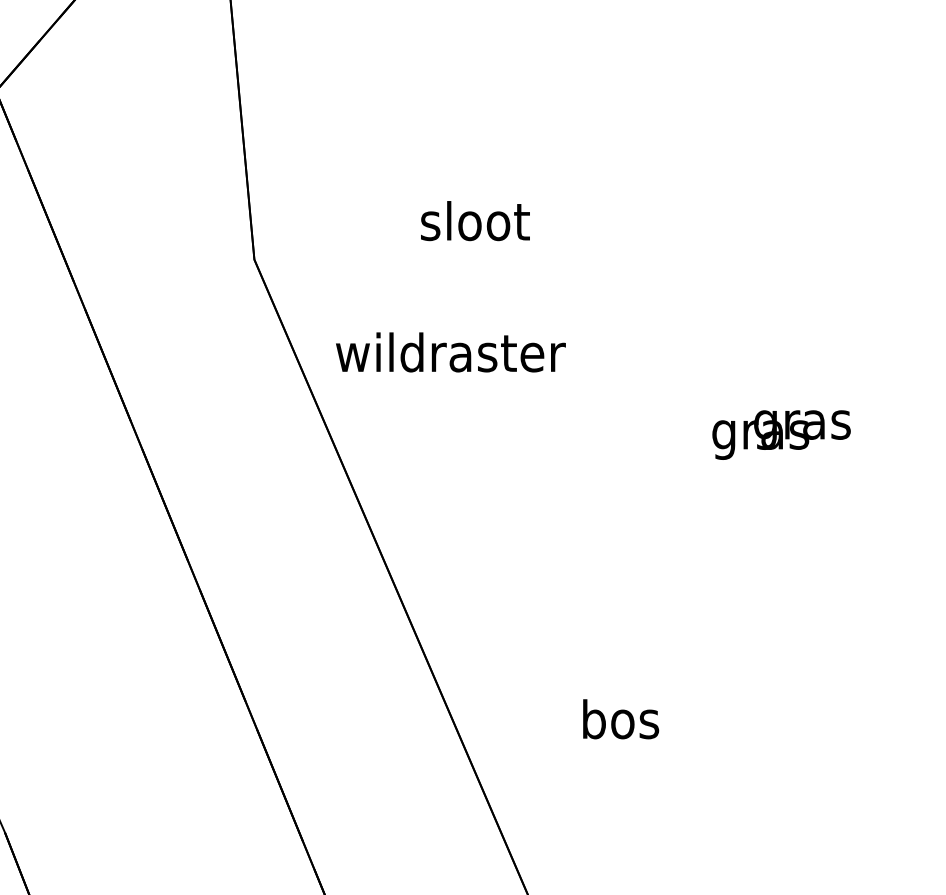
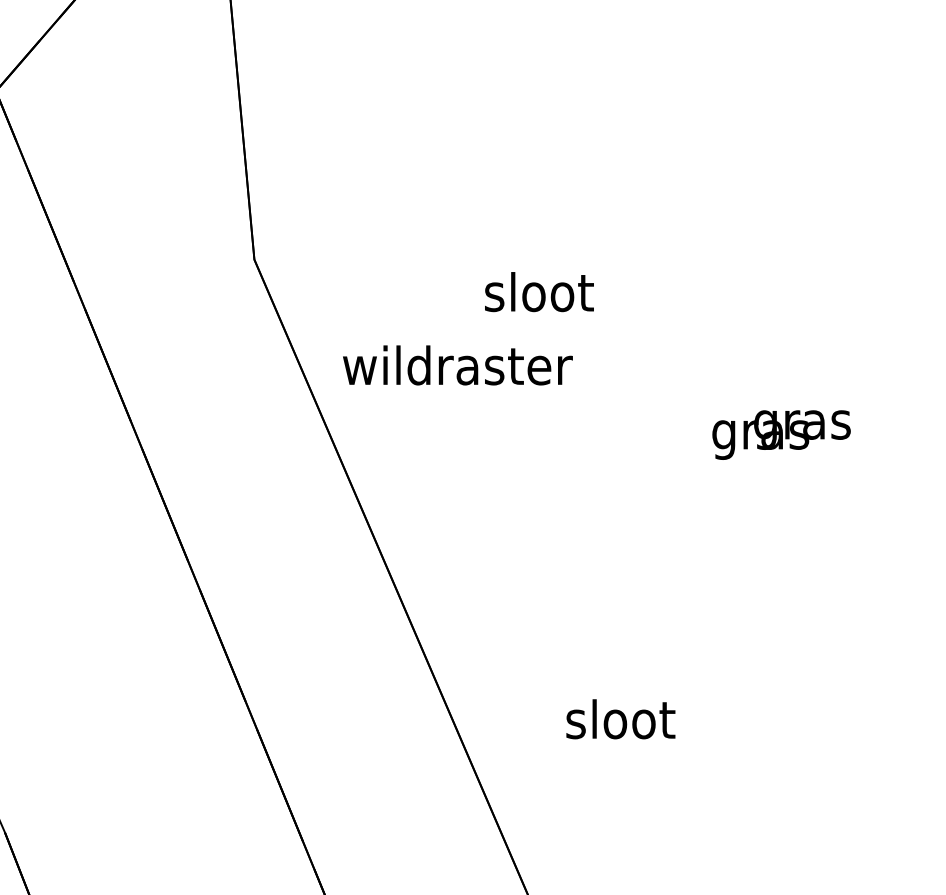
text at (475, 221) position: (475, 221) -> (539, 292)
text at (450, 352) position: (450, 352) -> (457, 365)
text at (620, 719): bos -> sloot
